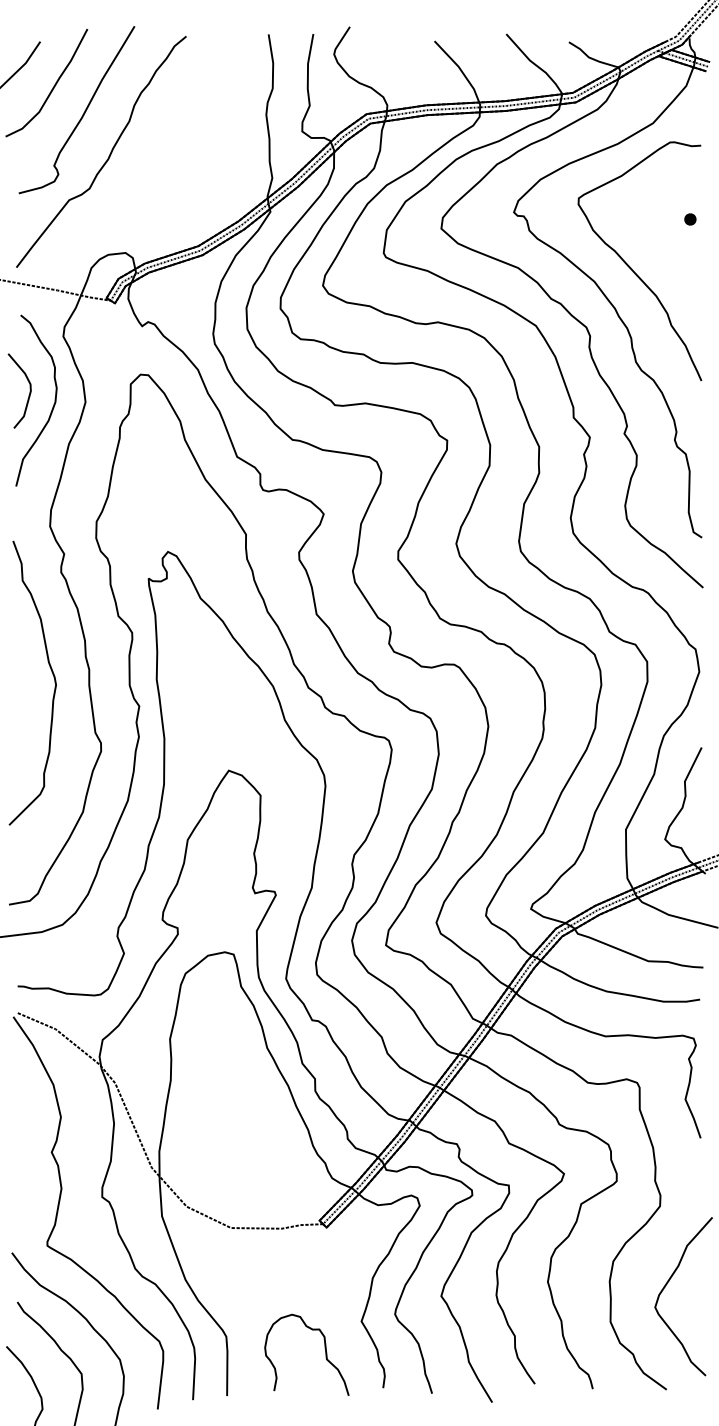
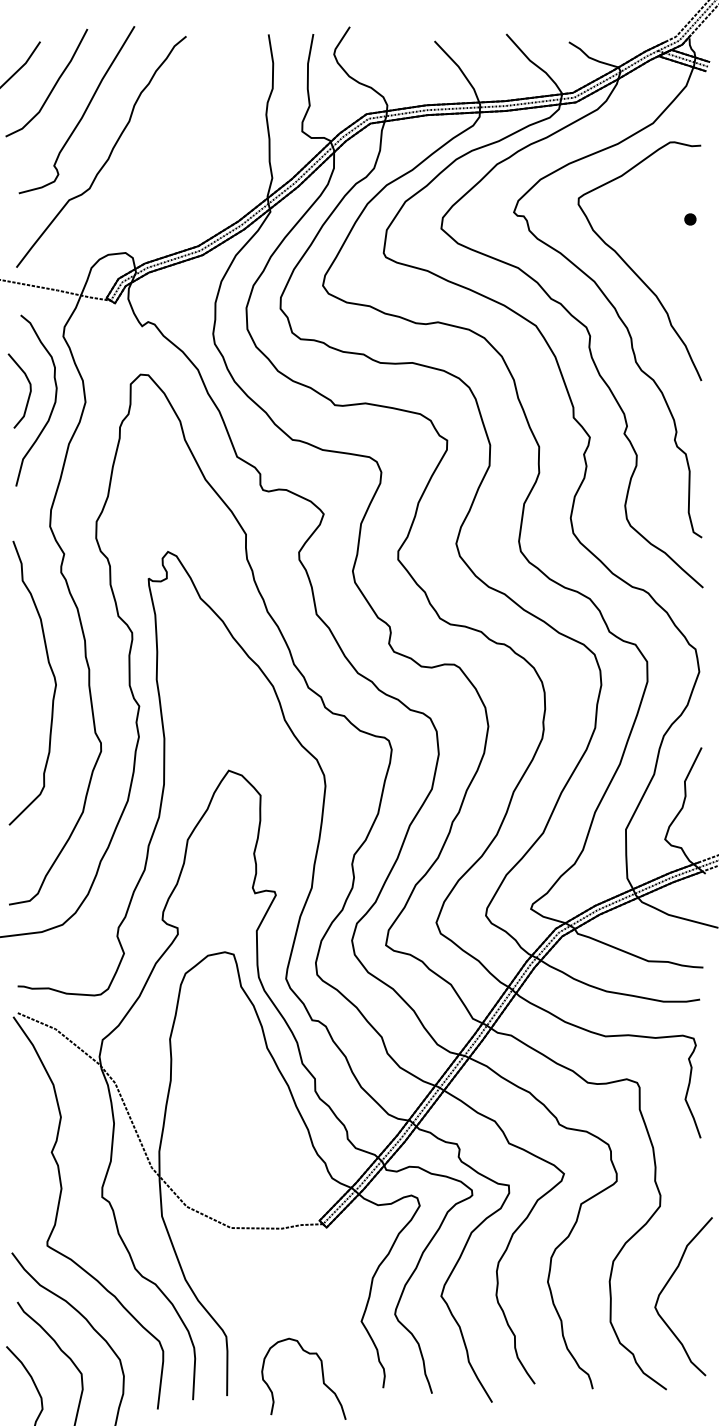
part at (324, 1348) position: (324, 1348) -> (321, 1372)
